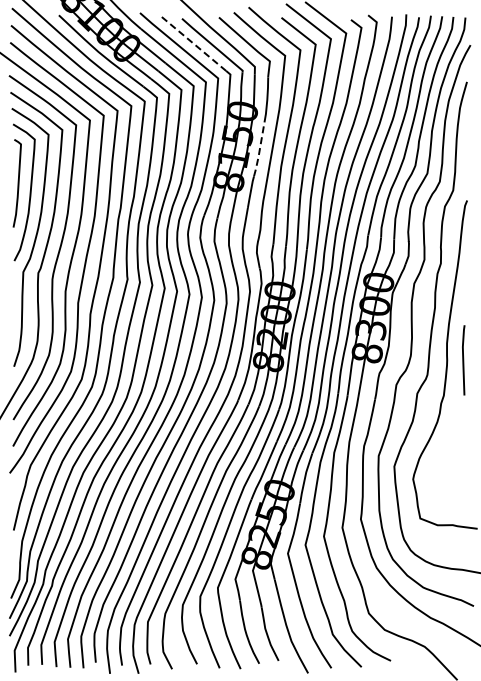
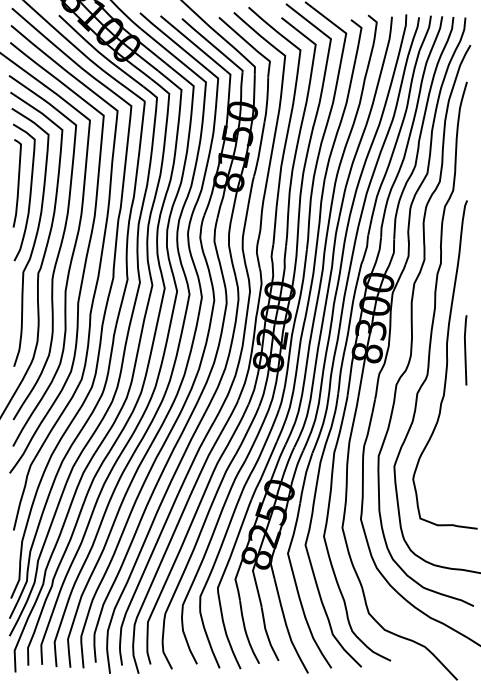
line at (193, 43): dashed -> solid
line at (259, 150): dashed -> solid
line at (463, 360) position: (463, 360) -> (465, 350)
